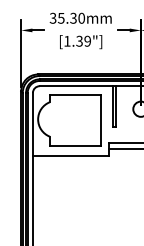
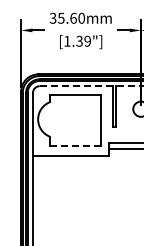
text at (73, 17): 35.30mm -> 35.60mm
line at (91, 86): solid -> dashed
line at (74, 145): solid -> dashed
